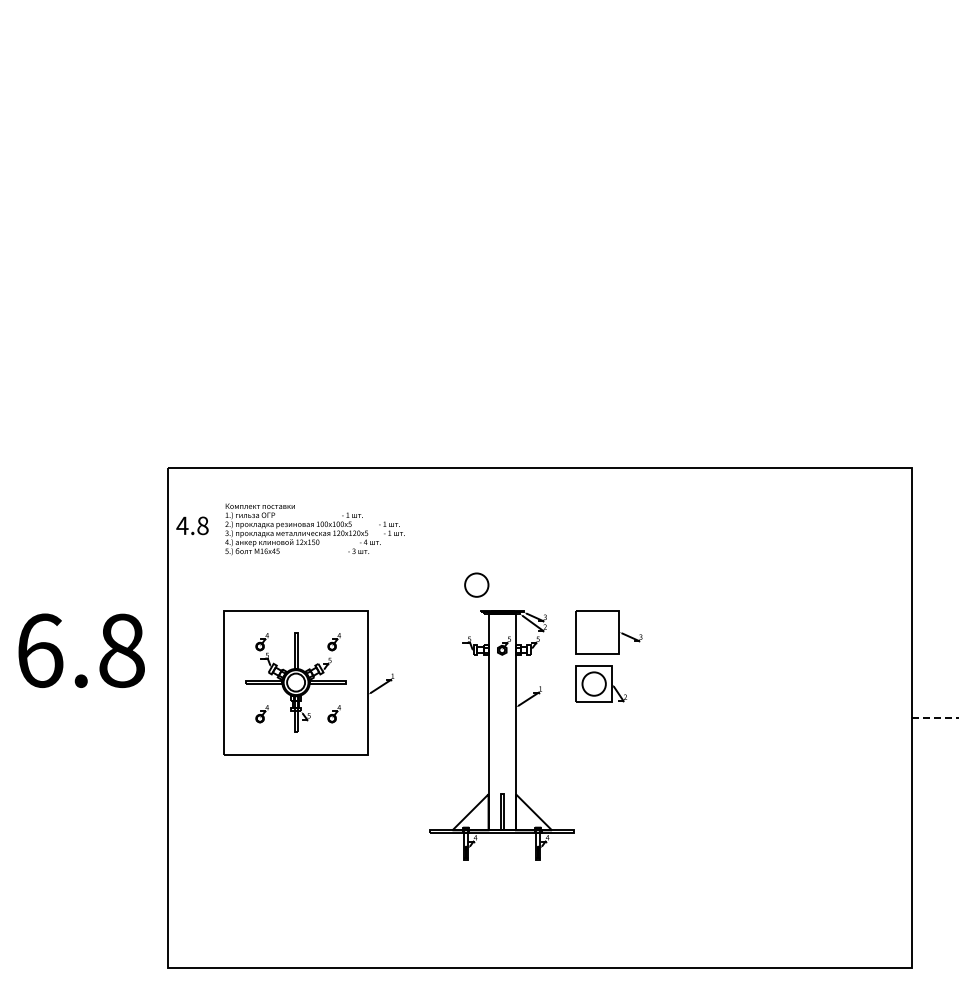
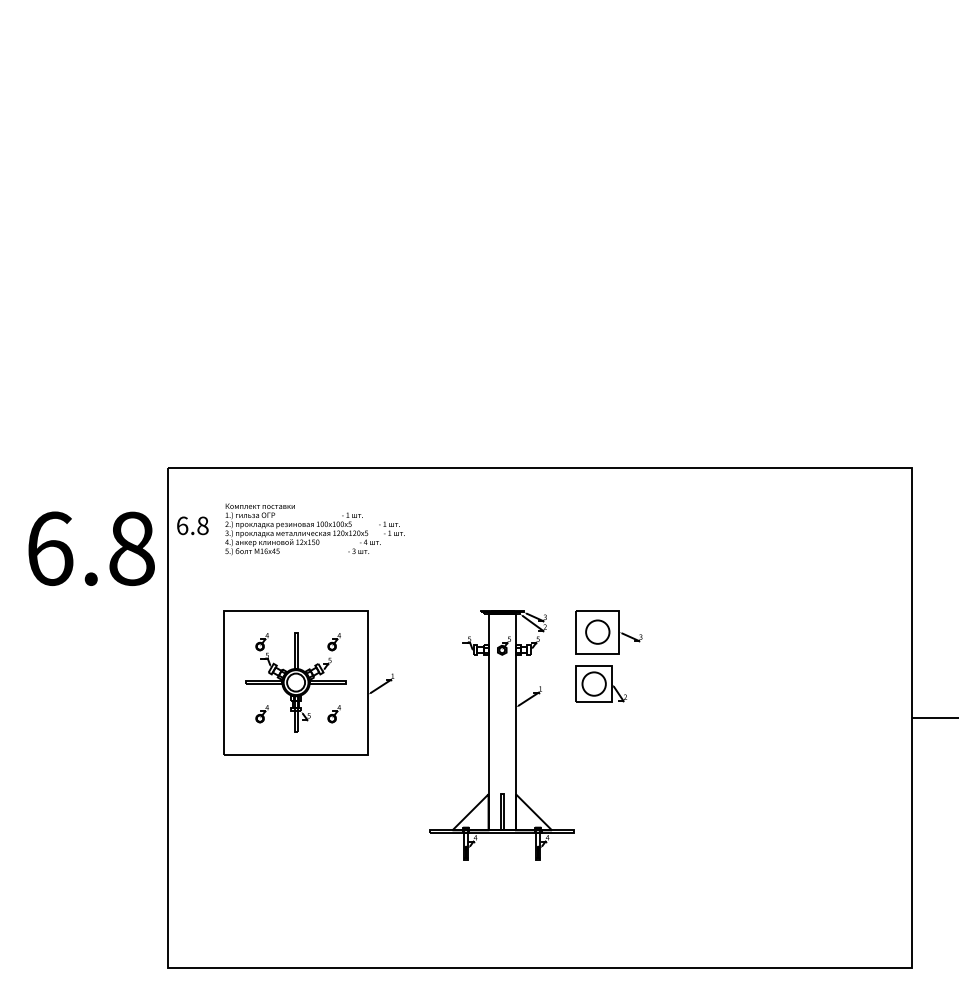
text at (182, 525): 4.8 -> 6.8
circle at (476, 584) position: (476, 584) -> (597, 631)
text at (81, 650) position: (81, 650) -> (91, 548)
line at (935, 717): dashed -> solid
